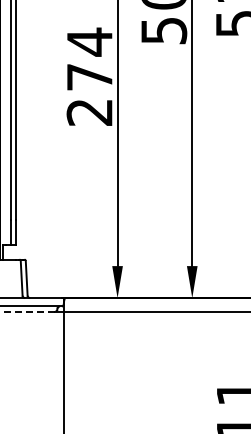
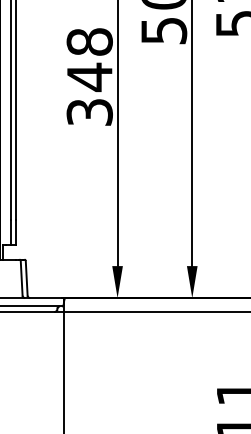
text at (89, 76): 274 -> 348
line at (27, 311): dashed -> solid
